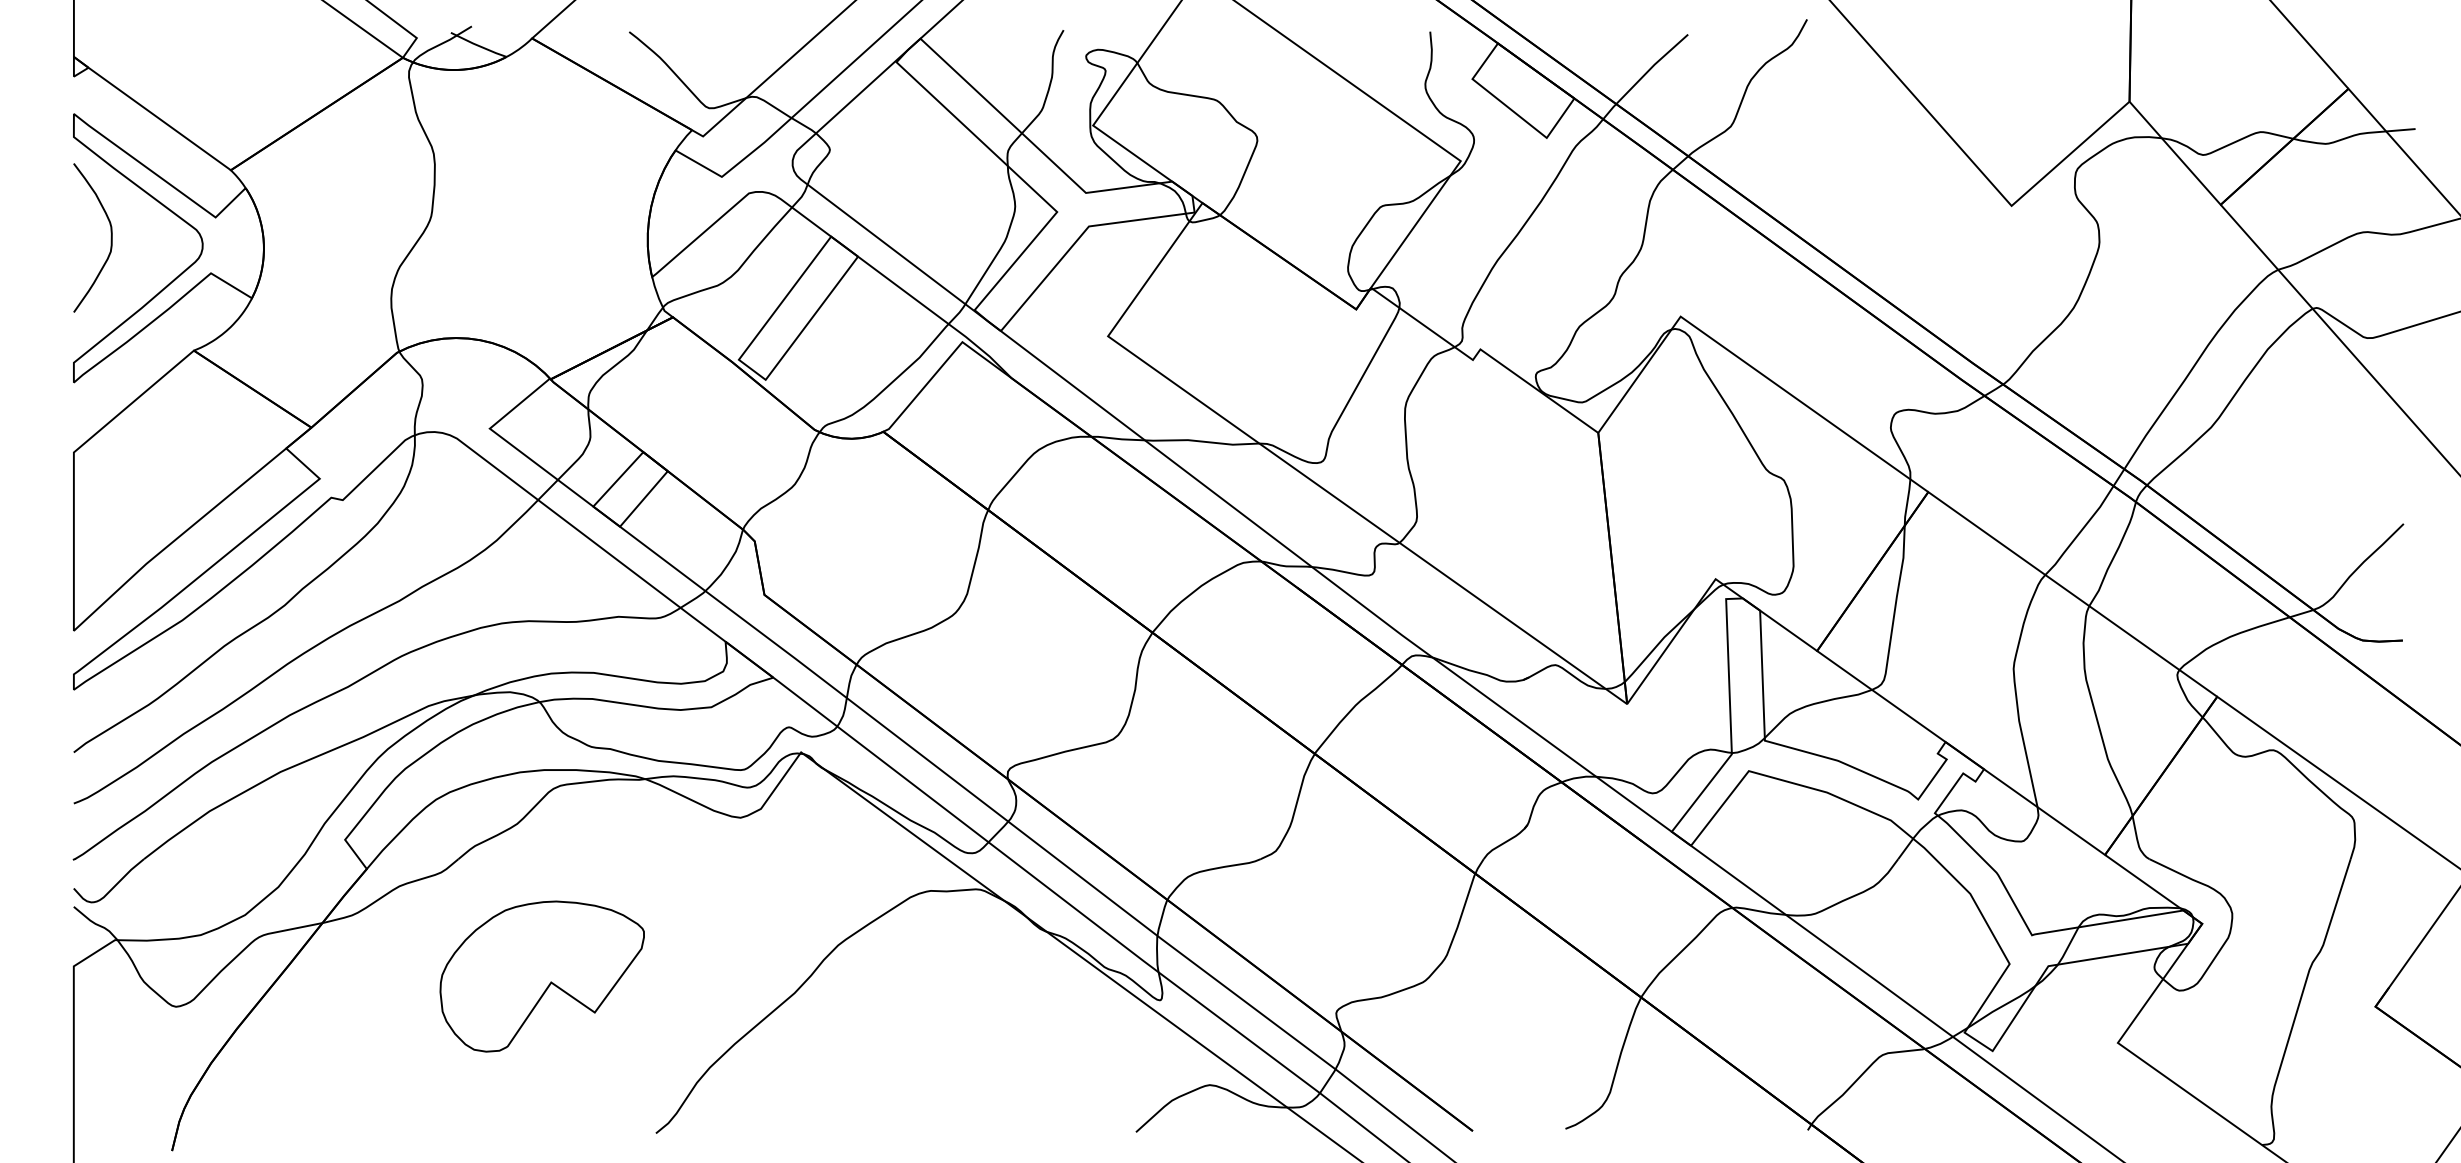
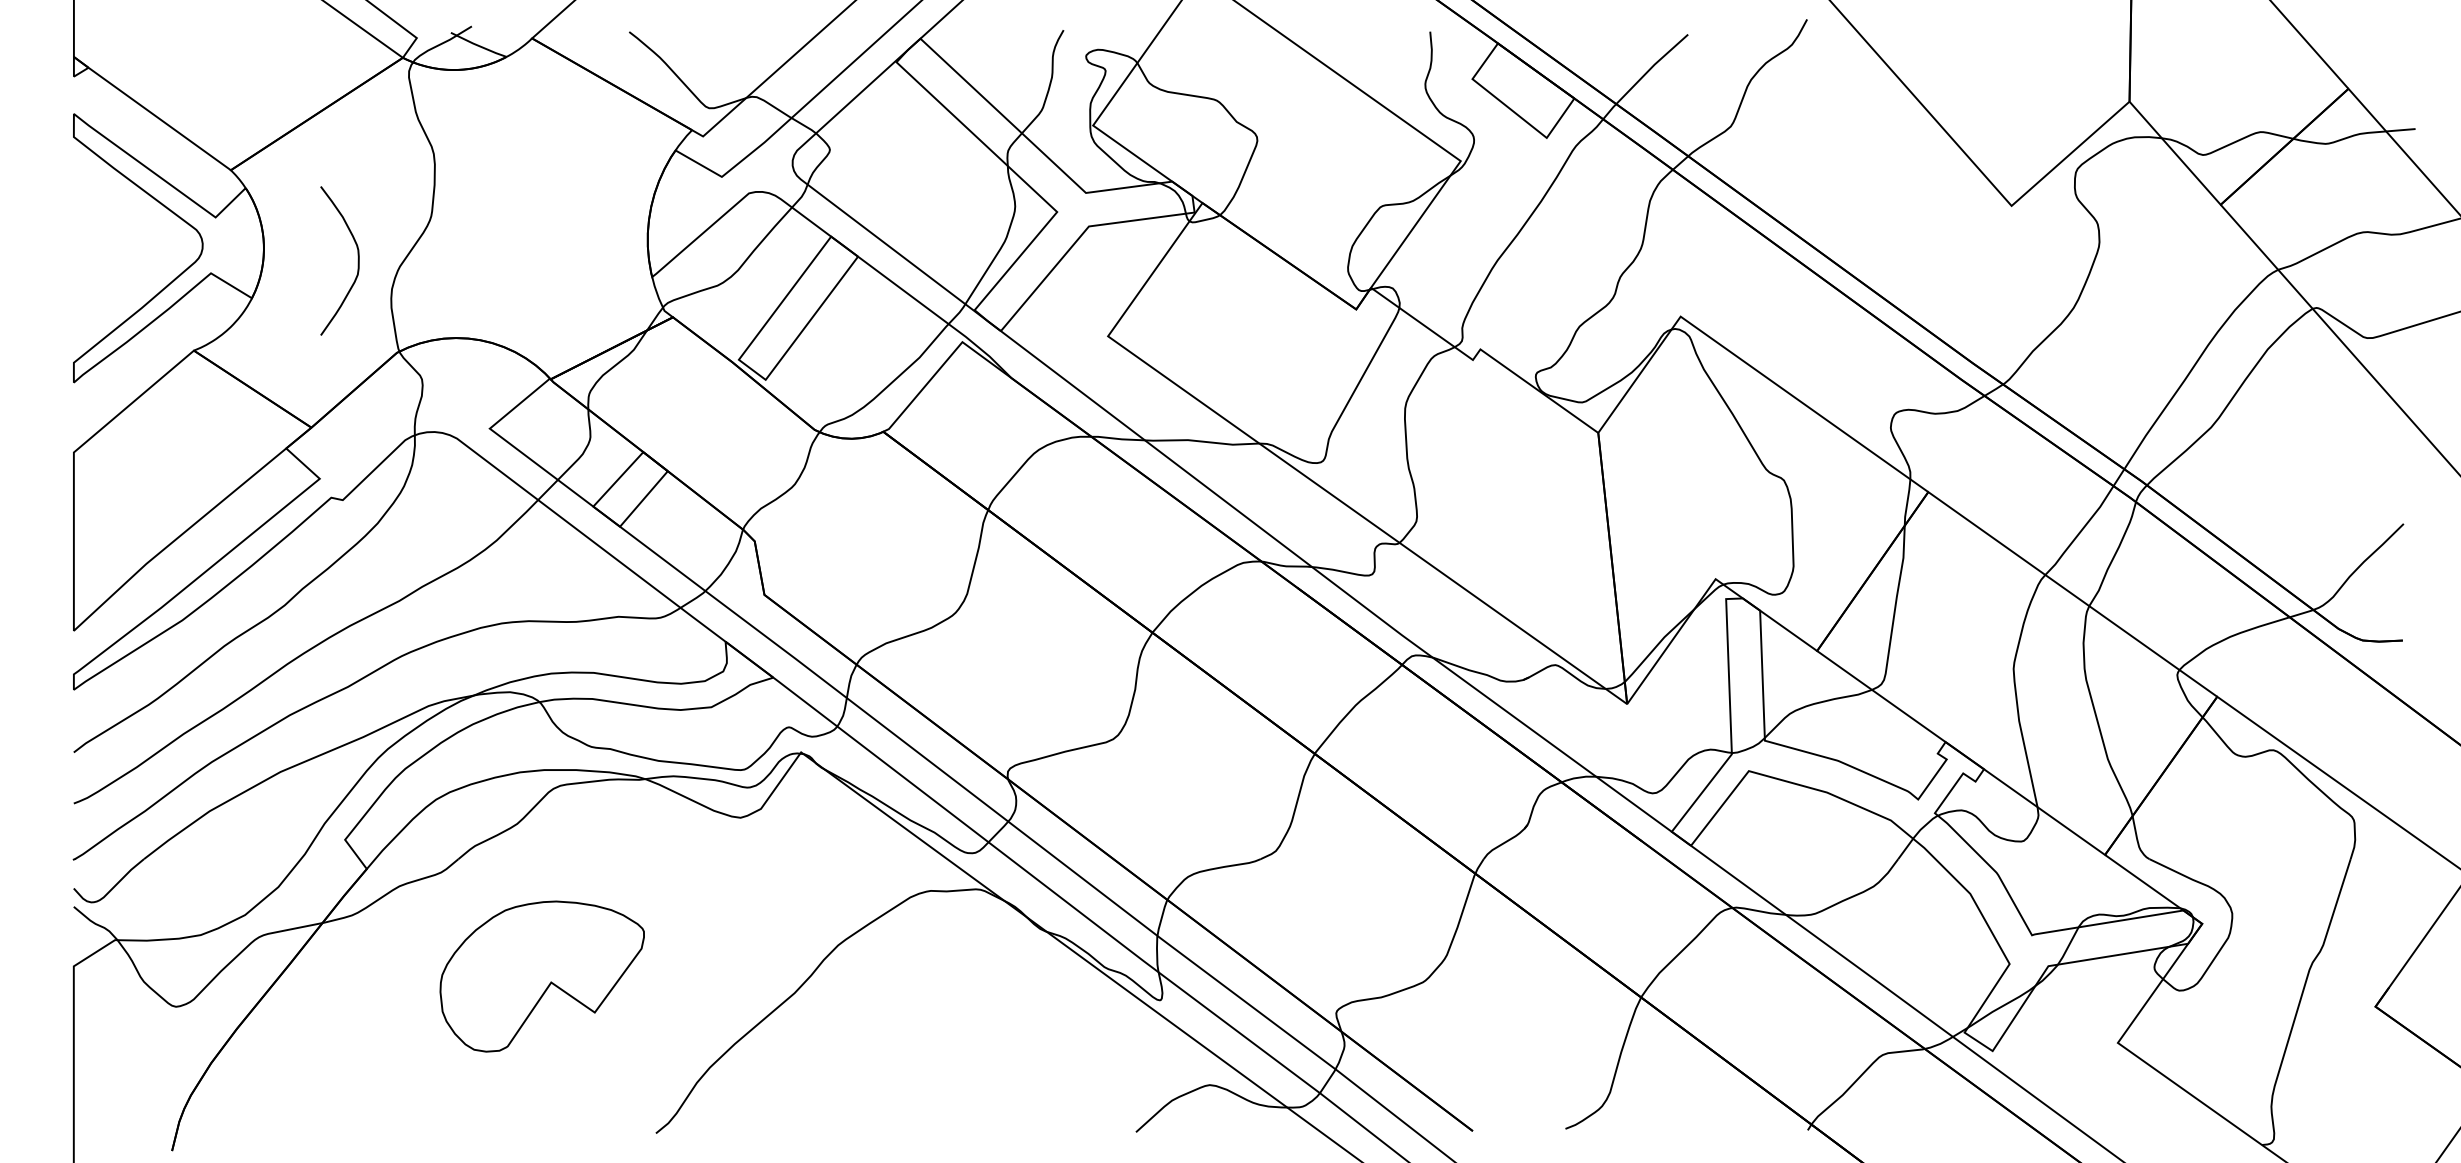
curve at (110, 237) position: (110, 237) -> (357, 260)
